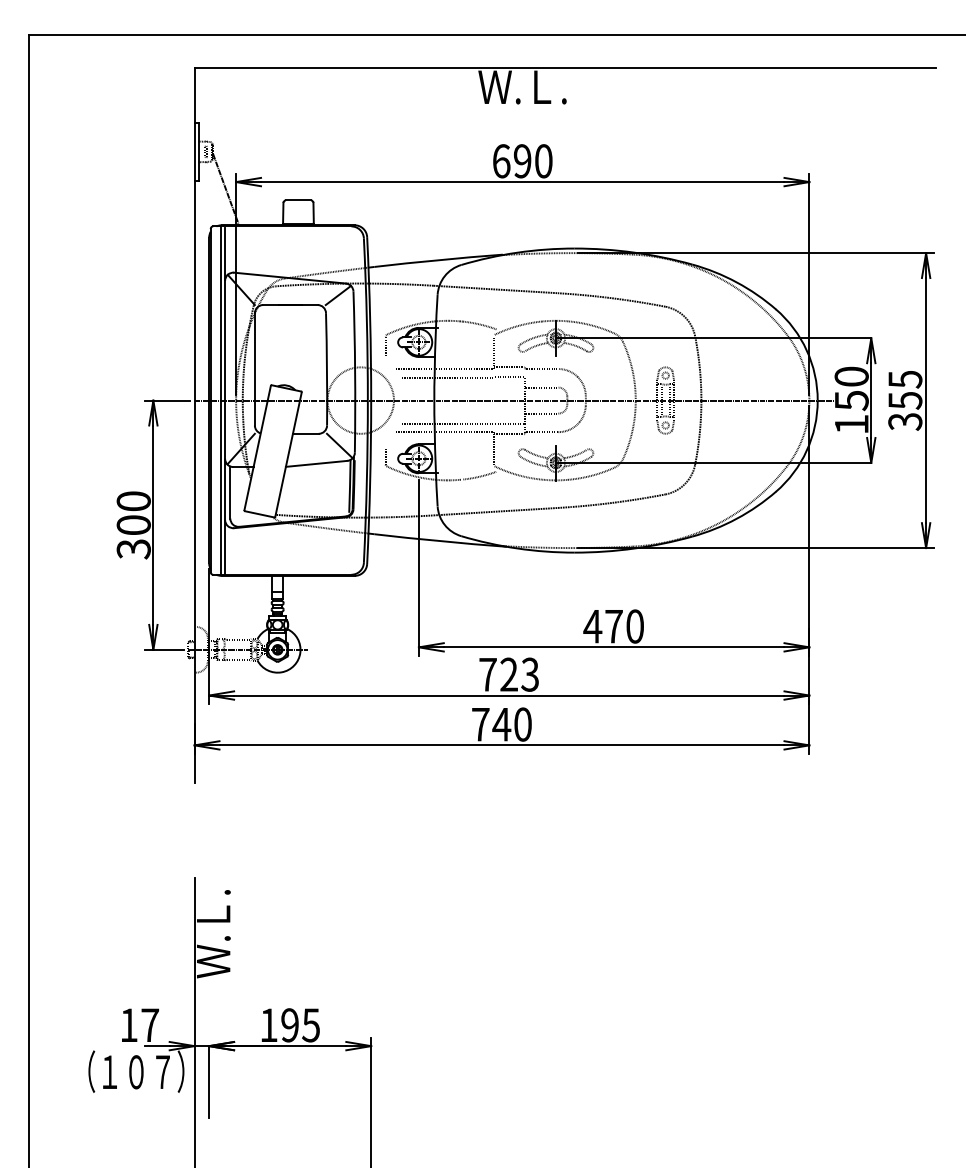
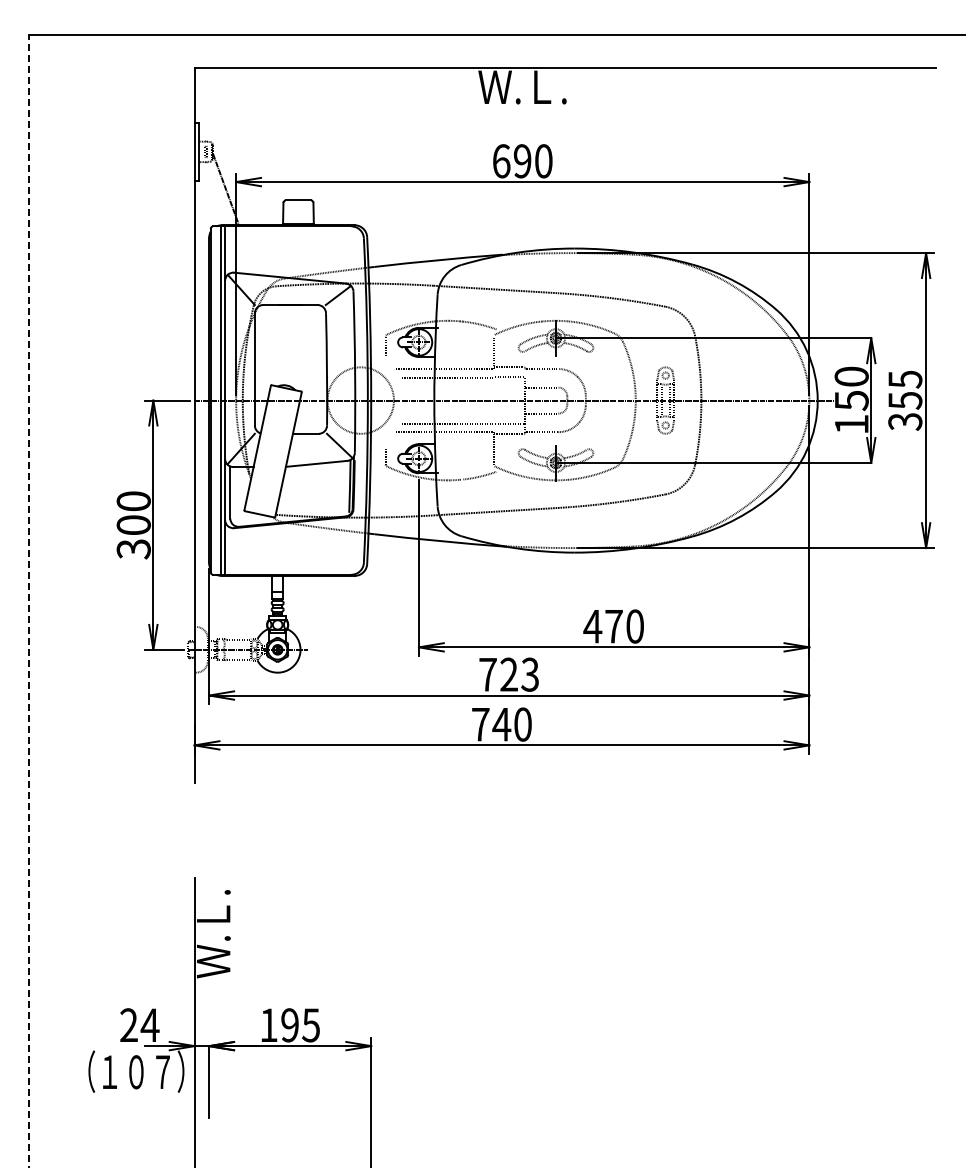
line at (28, 600): solid -> dashed
text at (139, 1024): 17 -> 24
